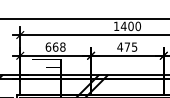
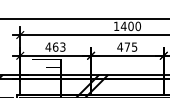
text at (55, 46): 668 -> 463
